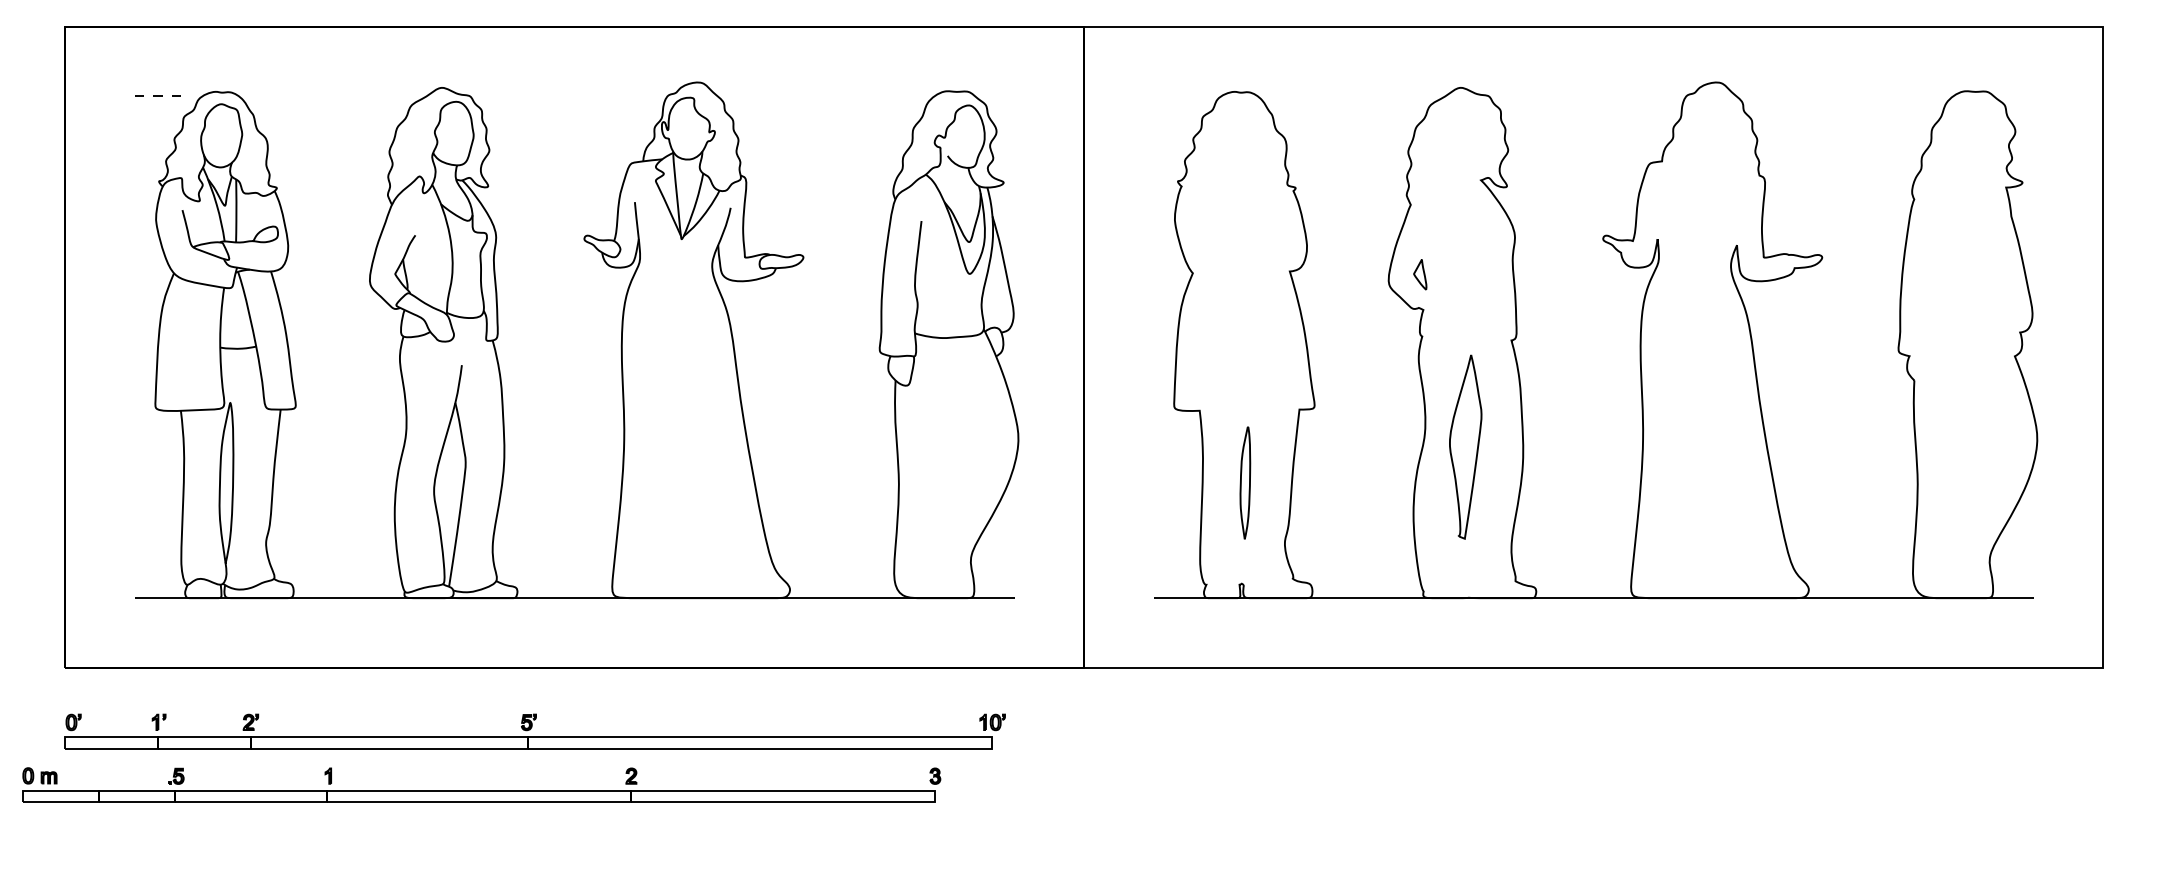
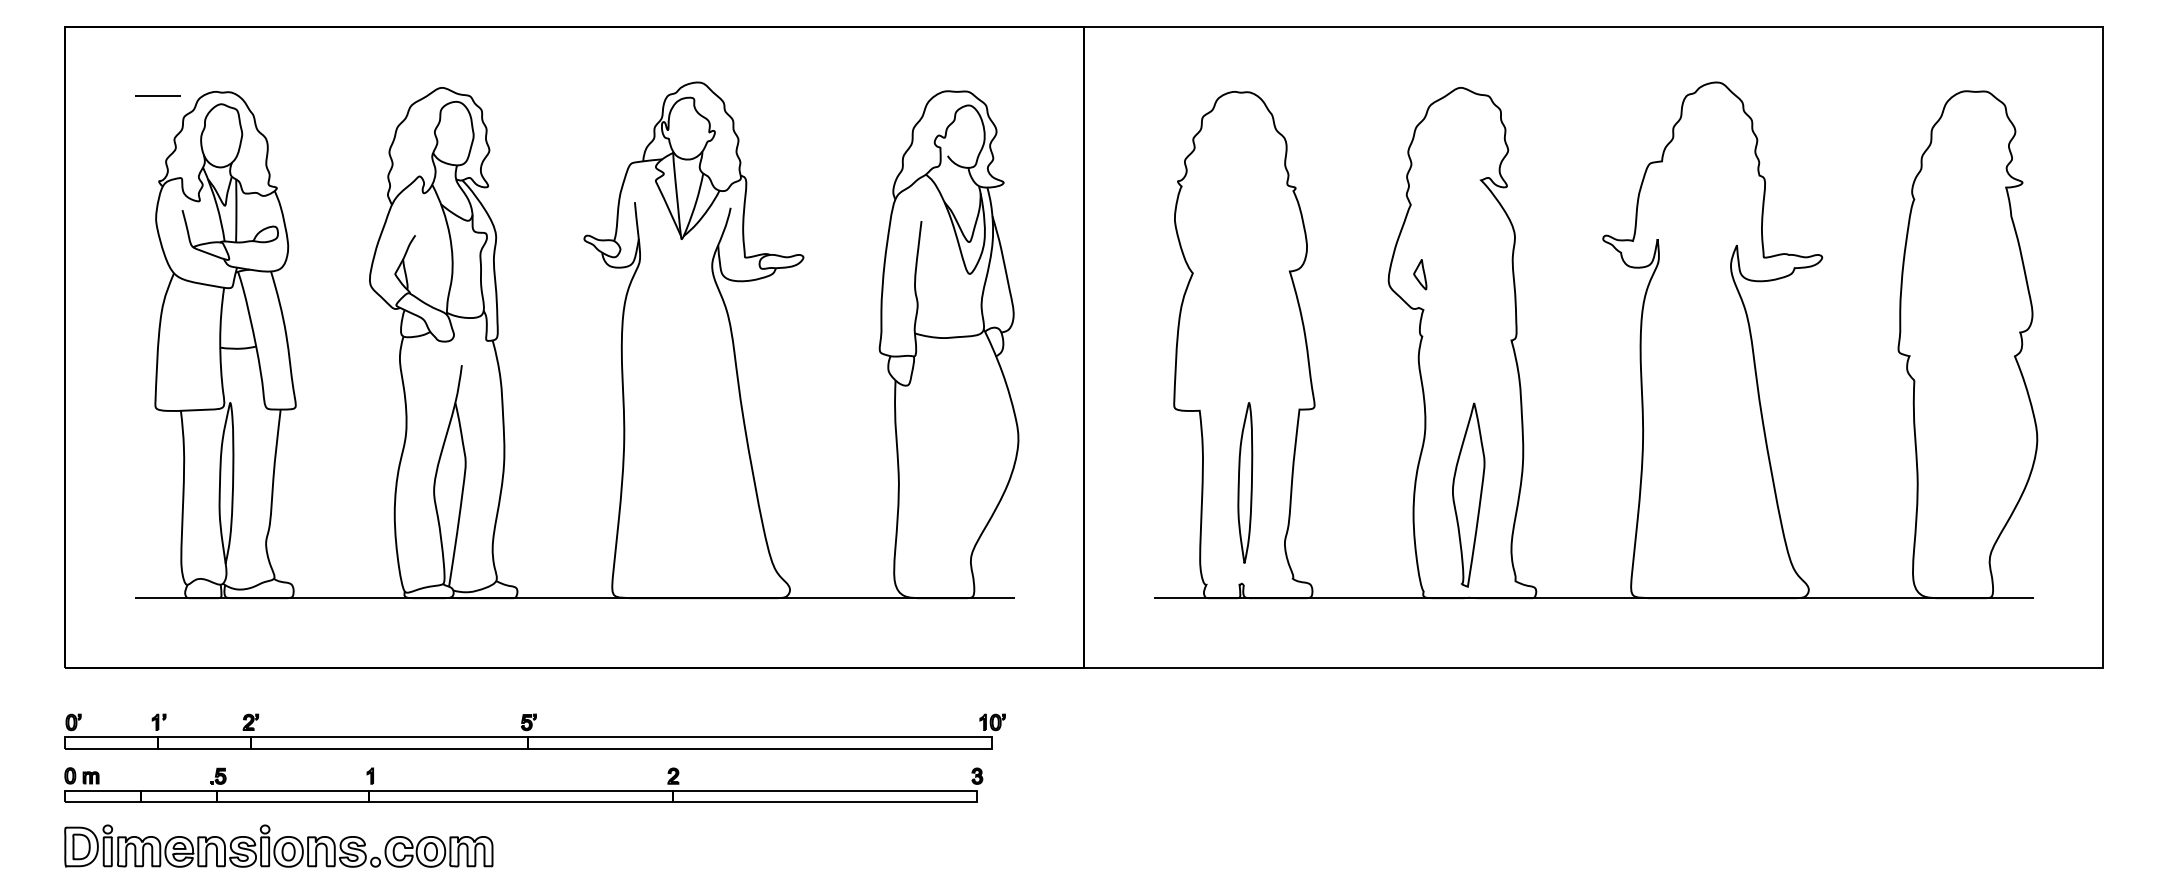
line at (158, 96): dashed -> solid
part at (1465, 446) position: (1465, 446) -> (1468, 494)
part at (1245, 482) size: 13x114 px -> 17x162 px
part at (481, 784) position: (481, 784) -> (523, 784)
part at (278, 845): none -> present
